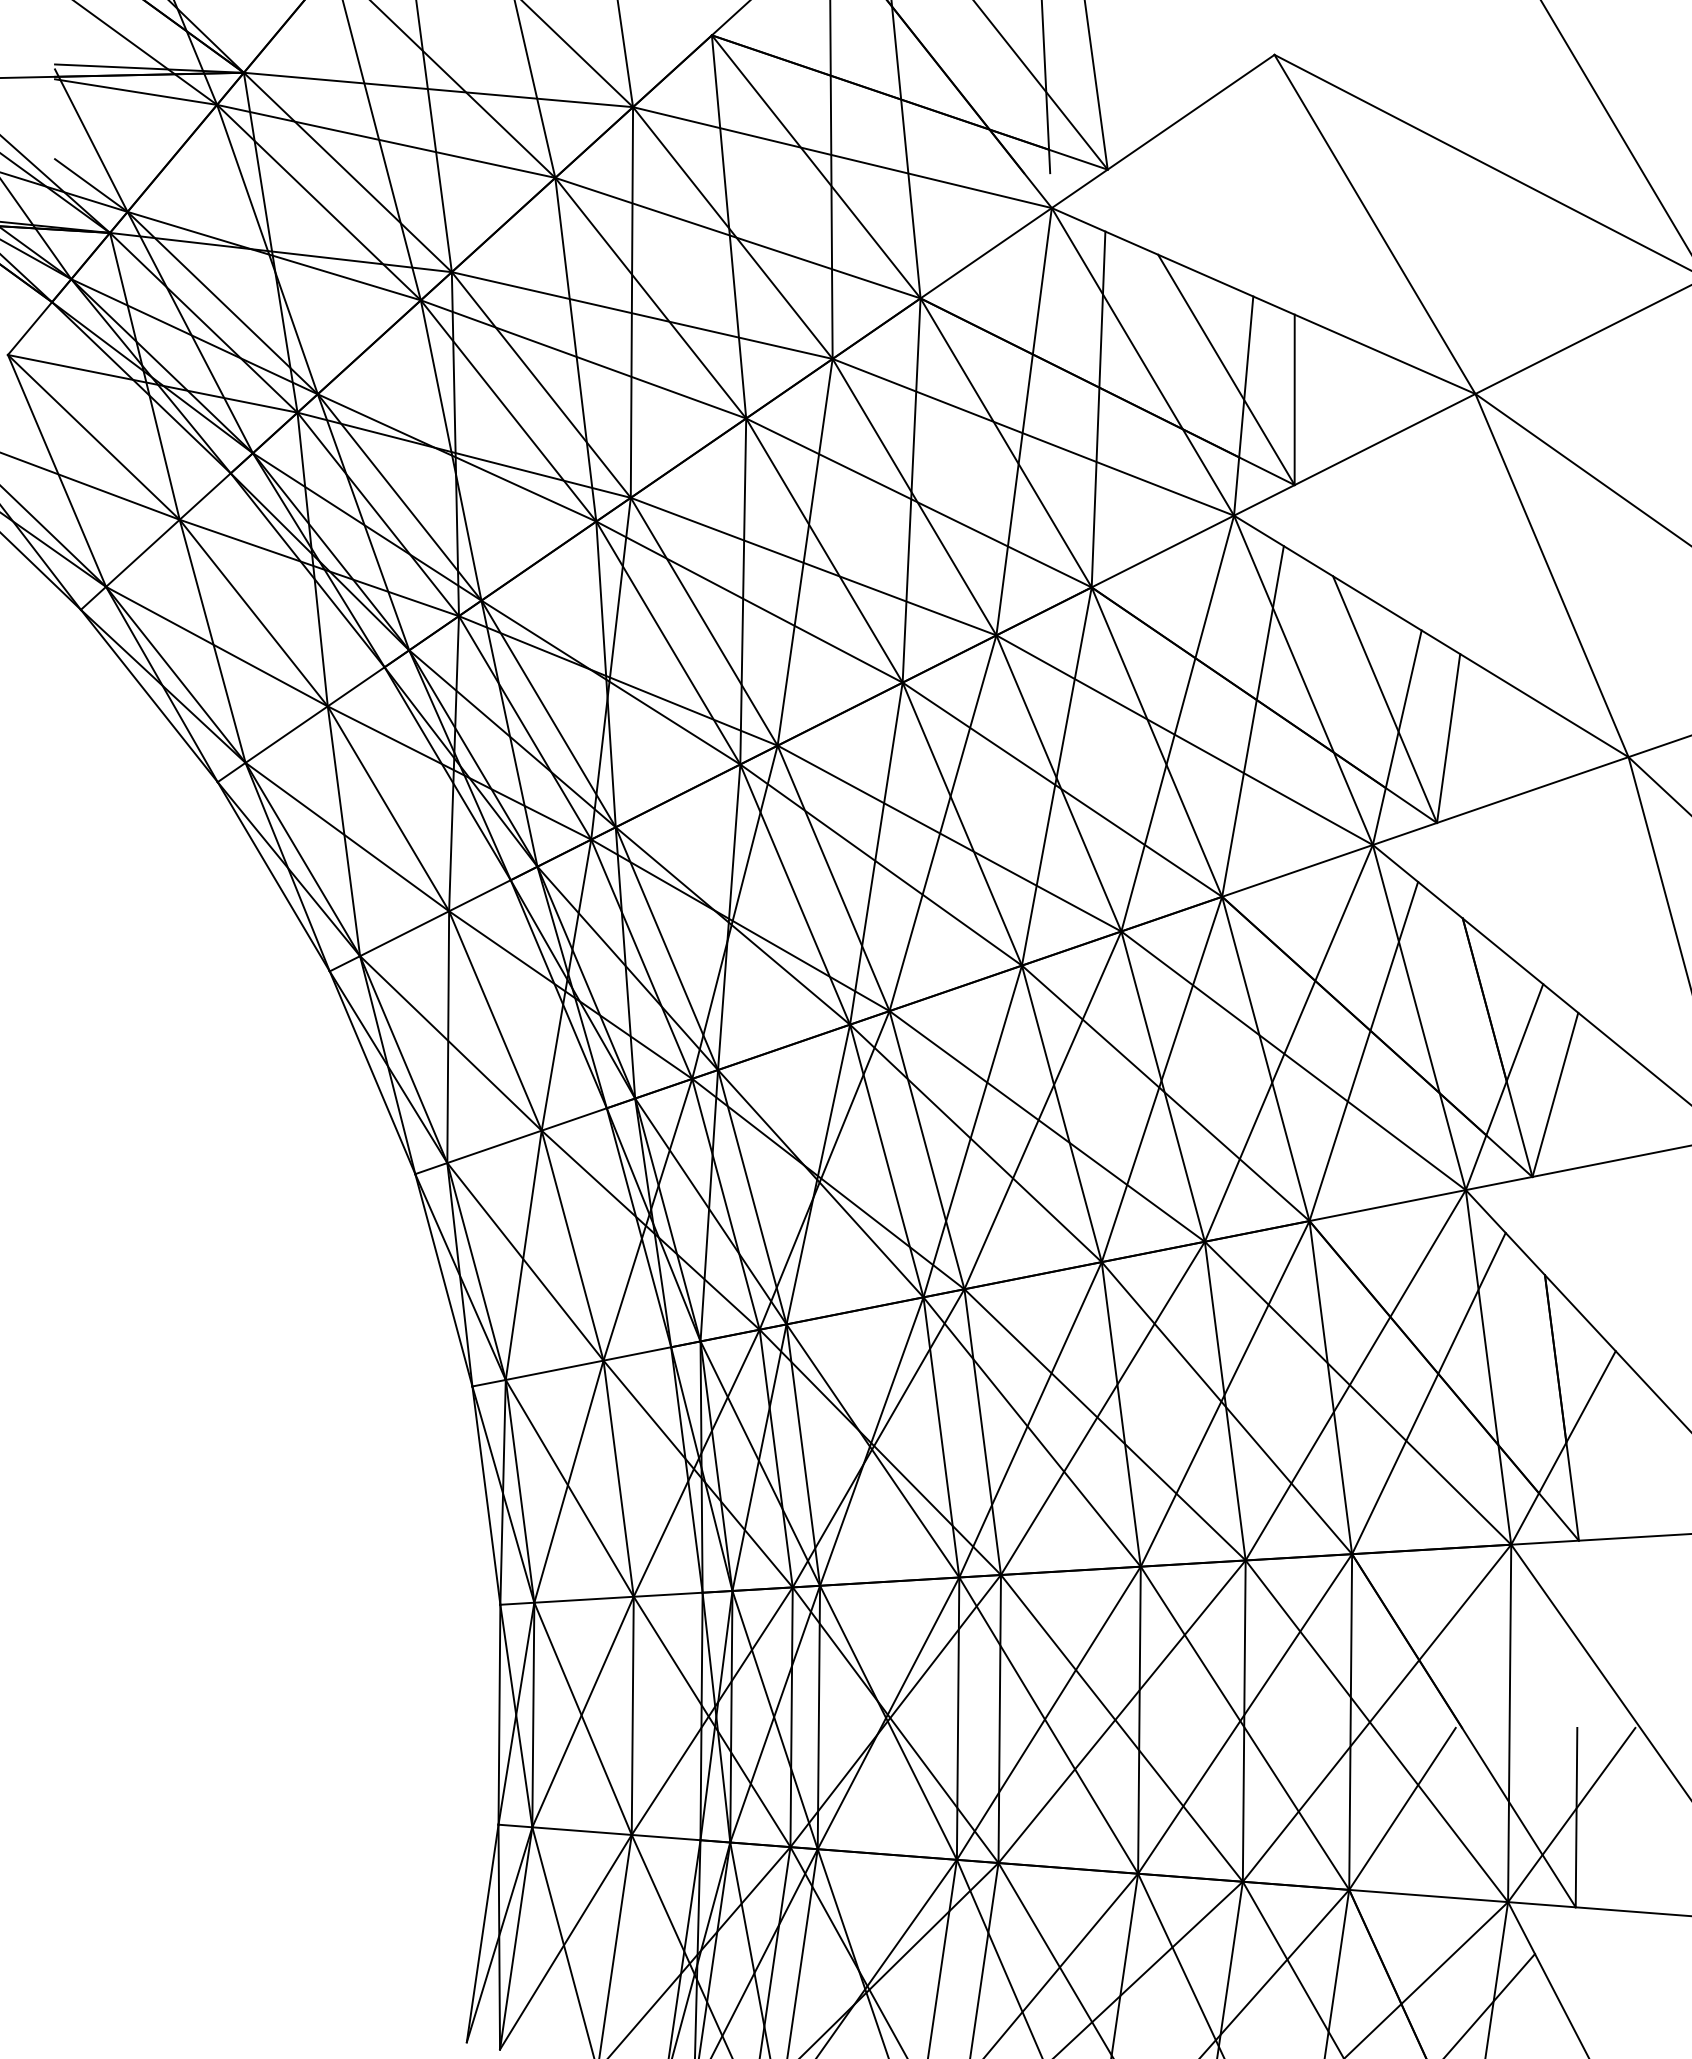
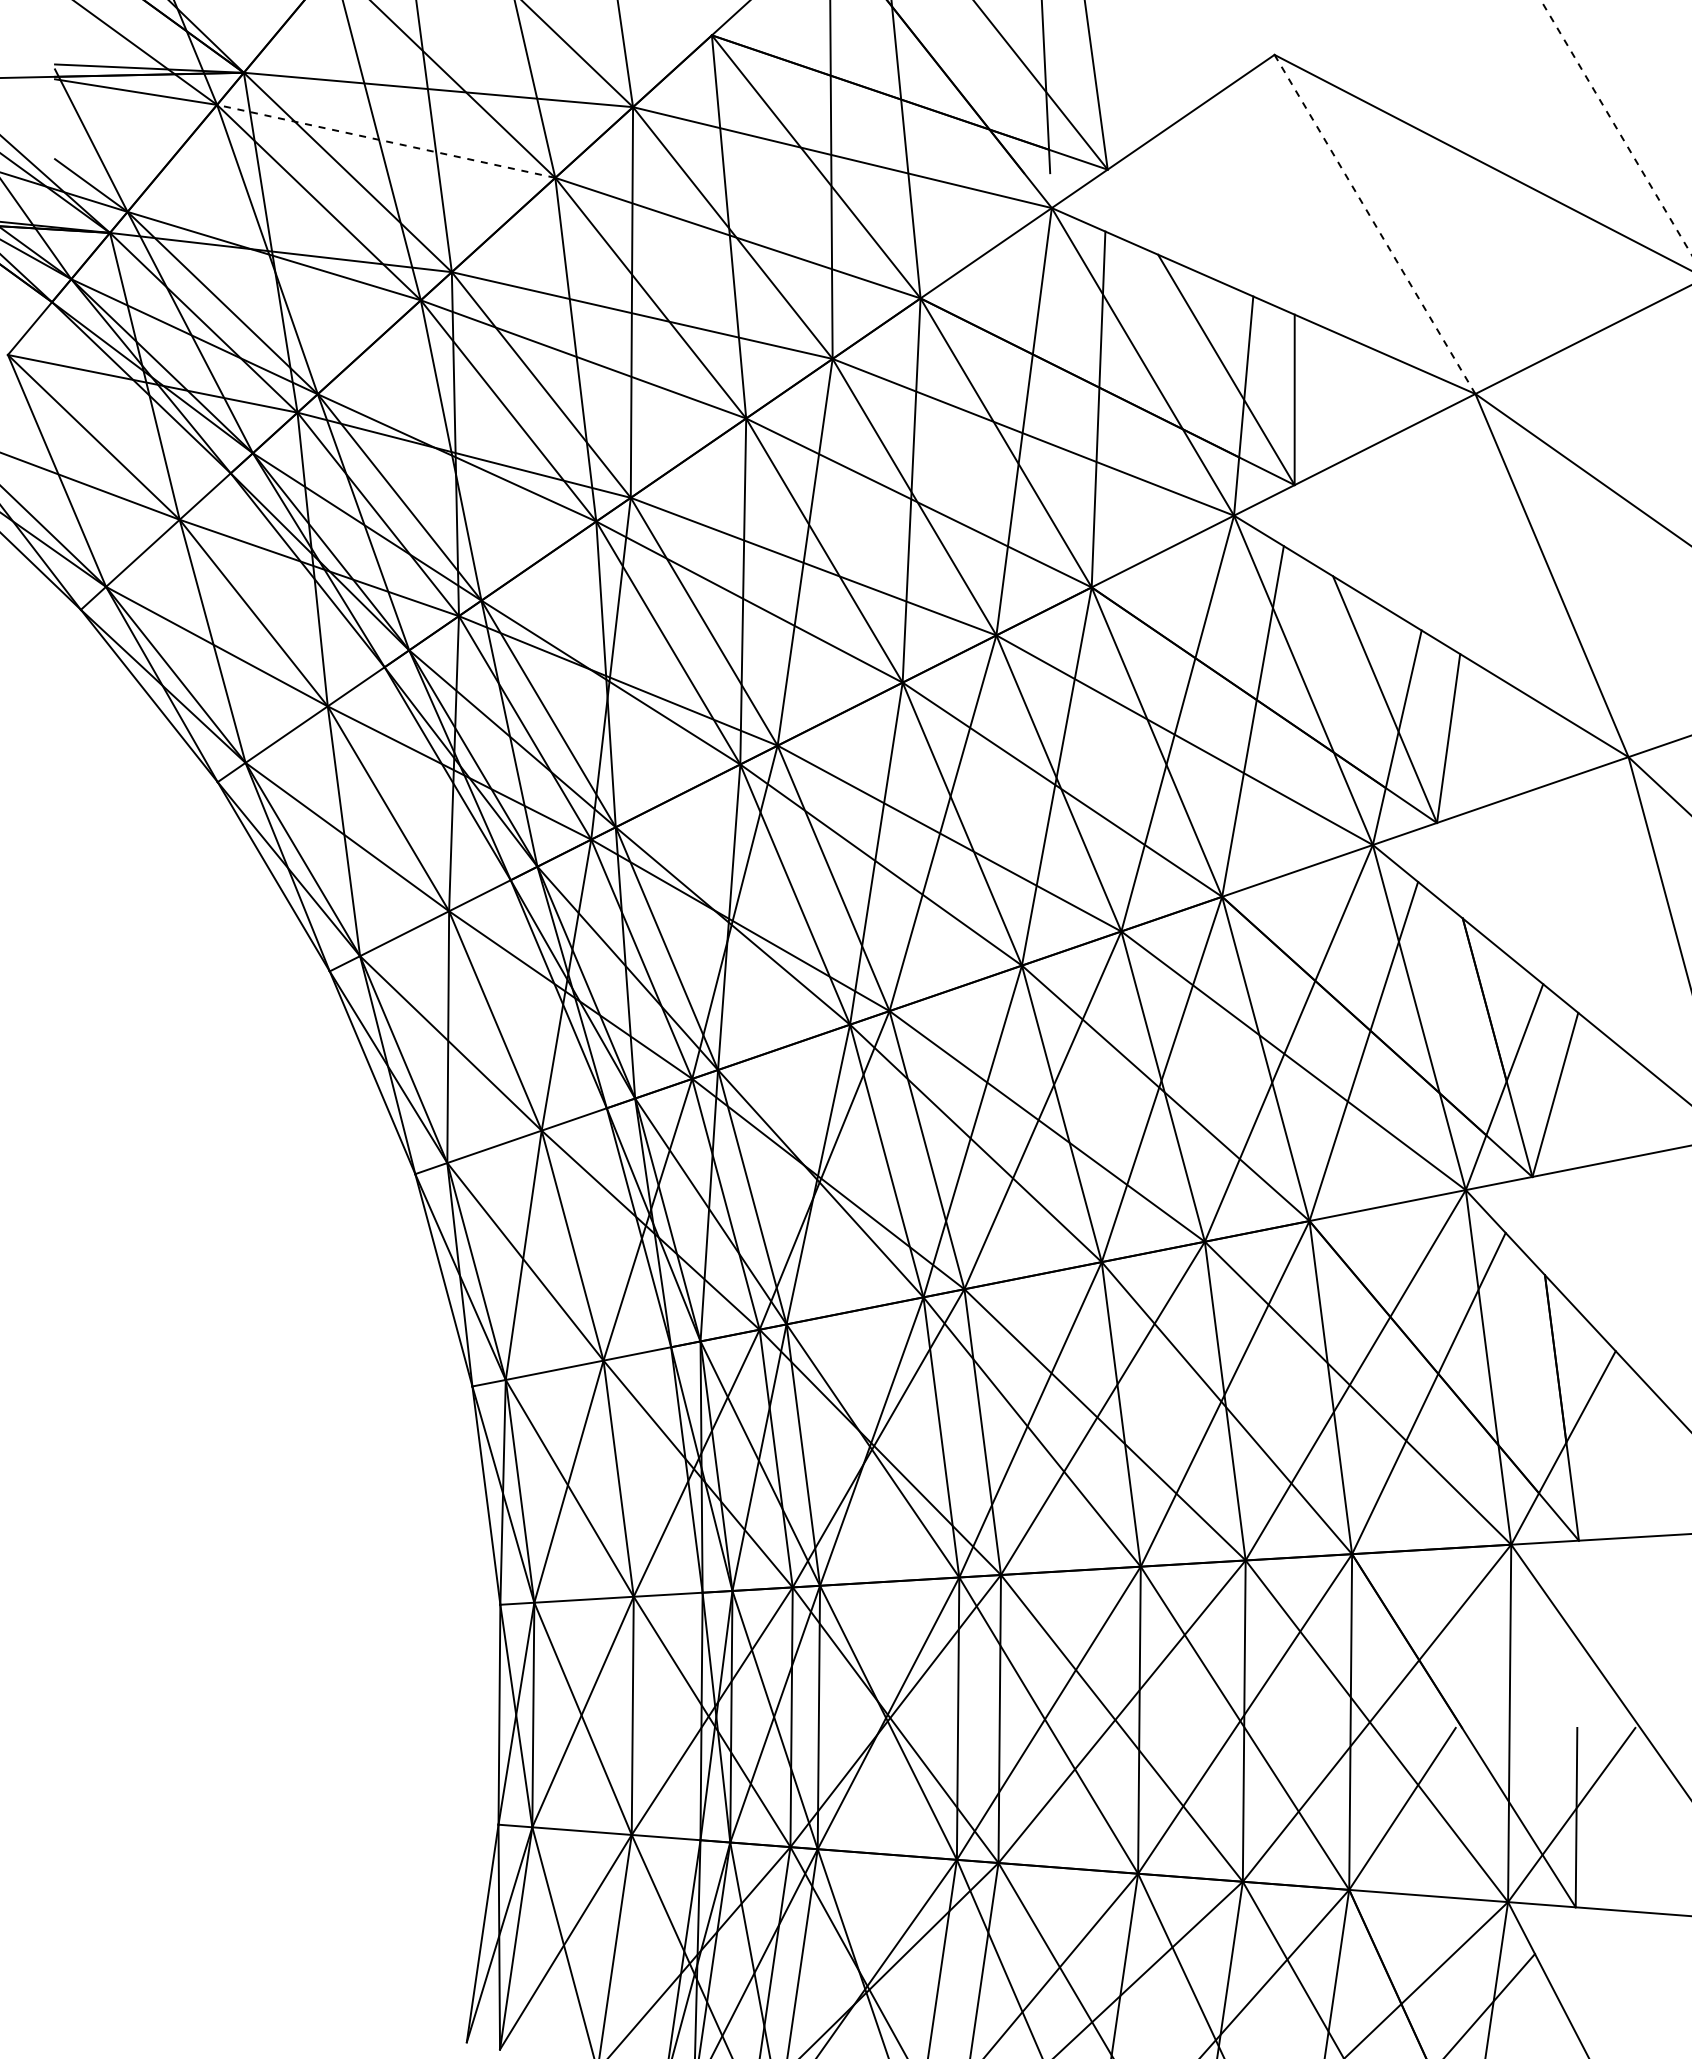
line at (1616, 127): solid -> dashed
line at (386, 141): solid -> dashed
line at (1375, 224): solid -> dashed
